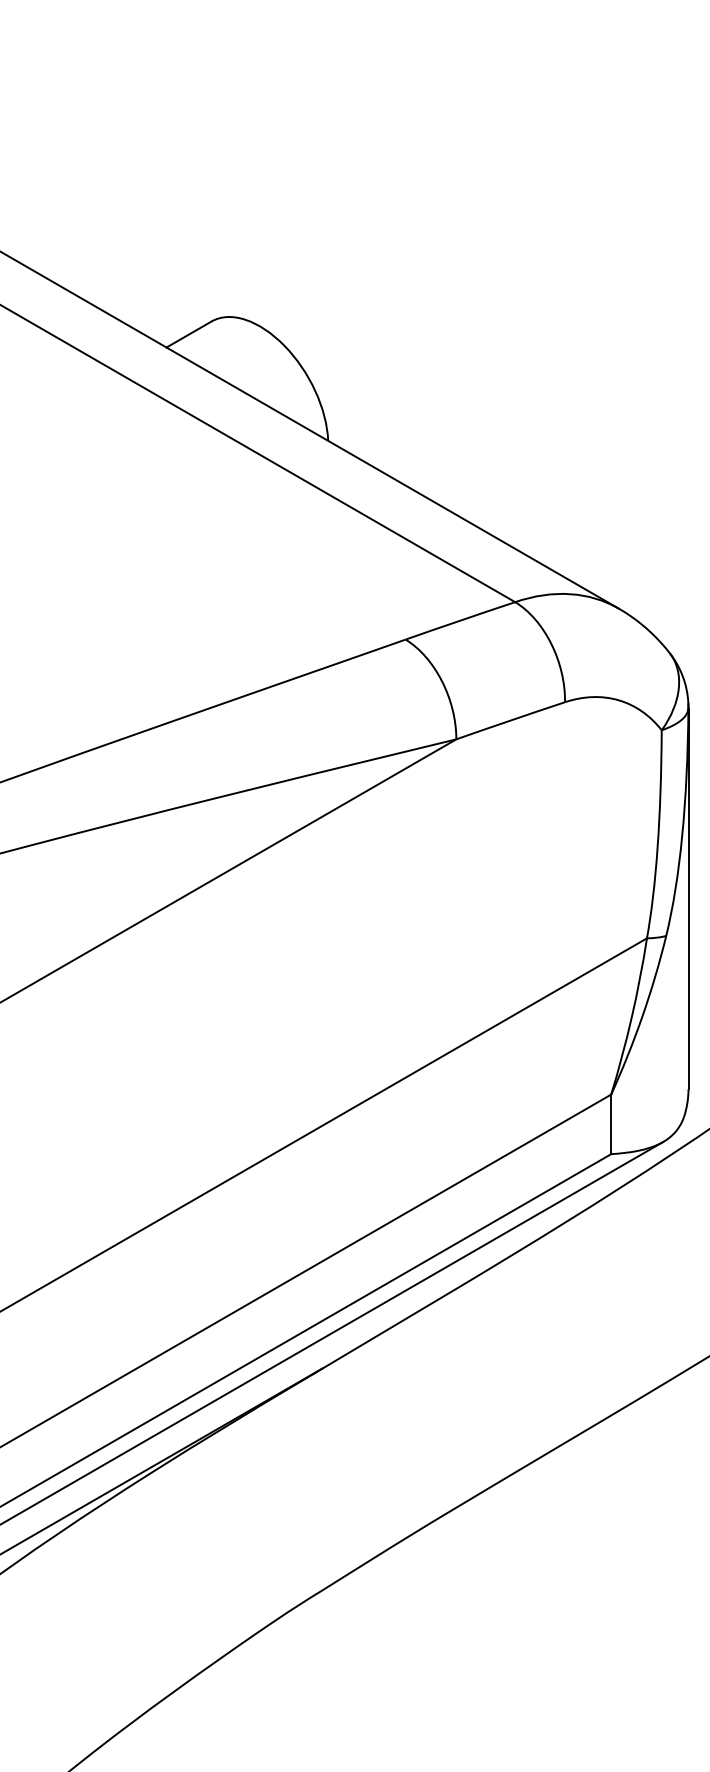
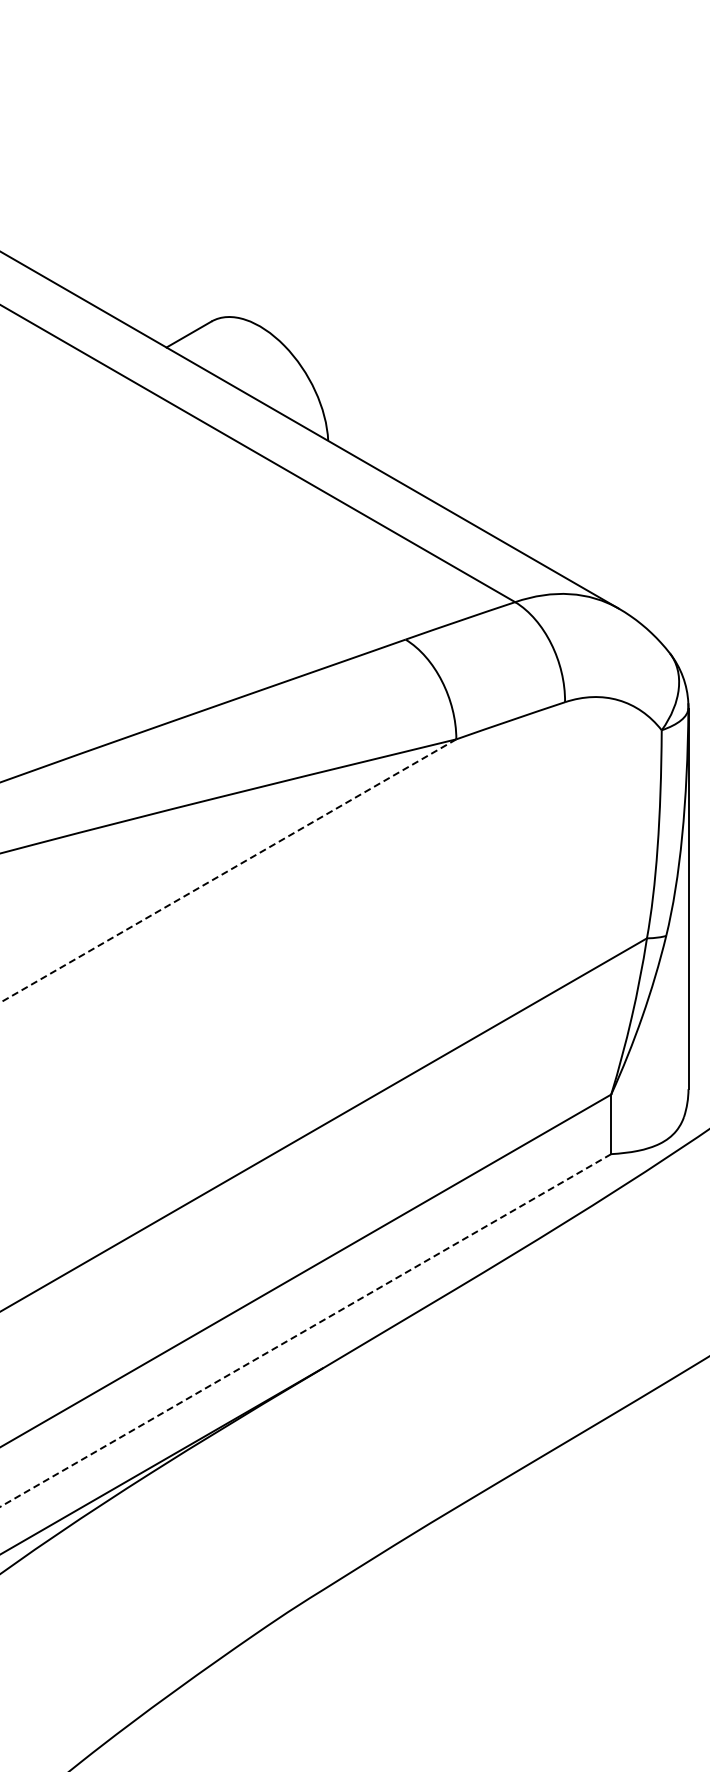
line at (227, 871): solid -> dashed
line at (305, 1330): solid -> dashed
line at (332, 1332): present -> none
